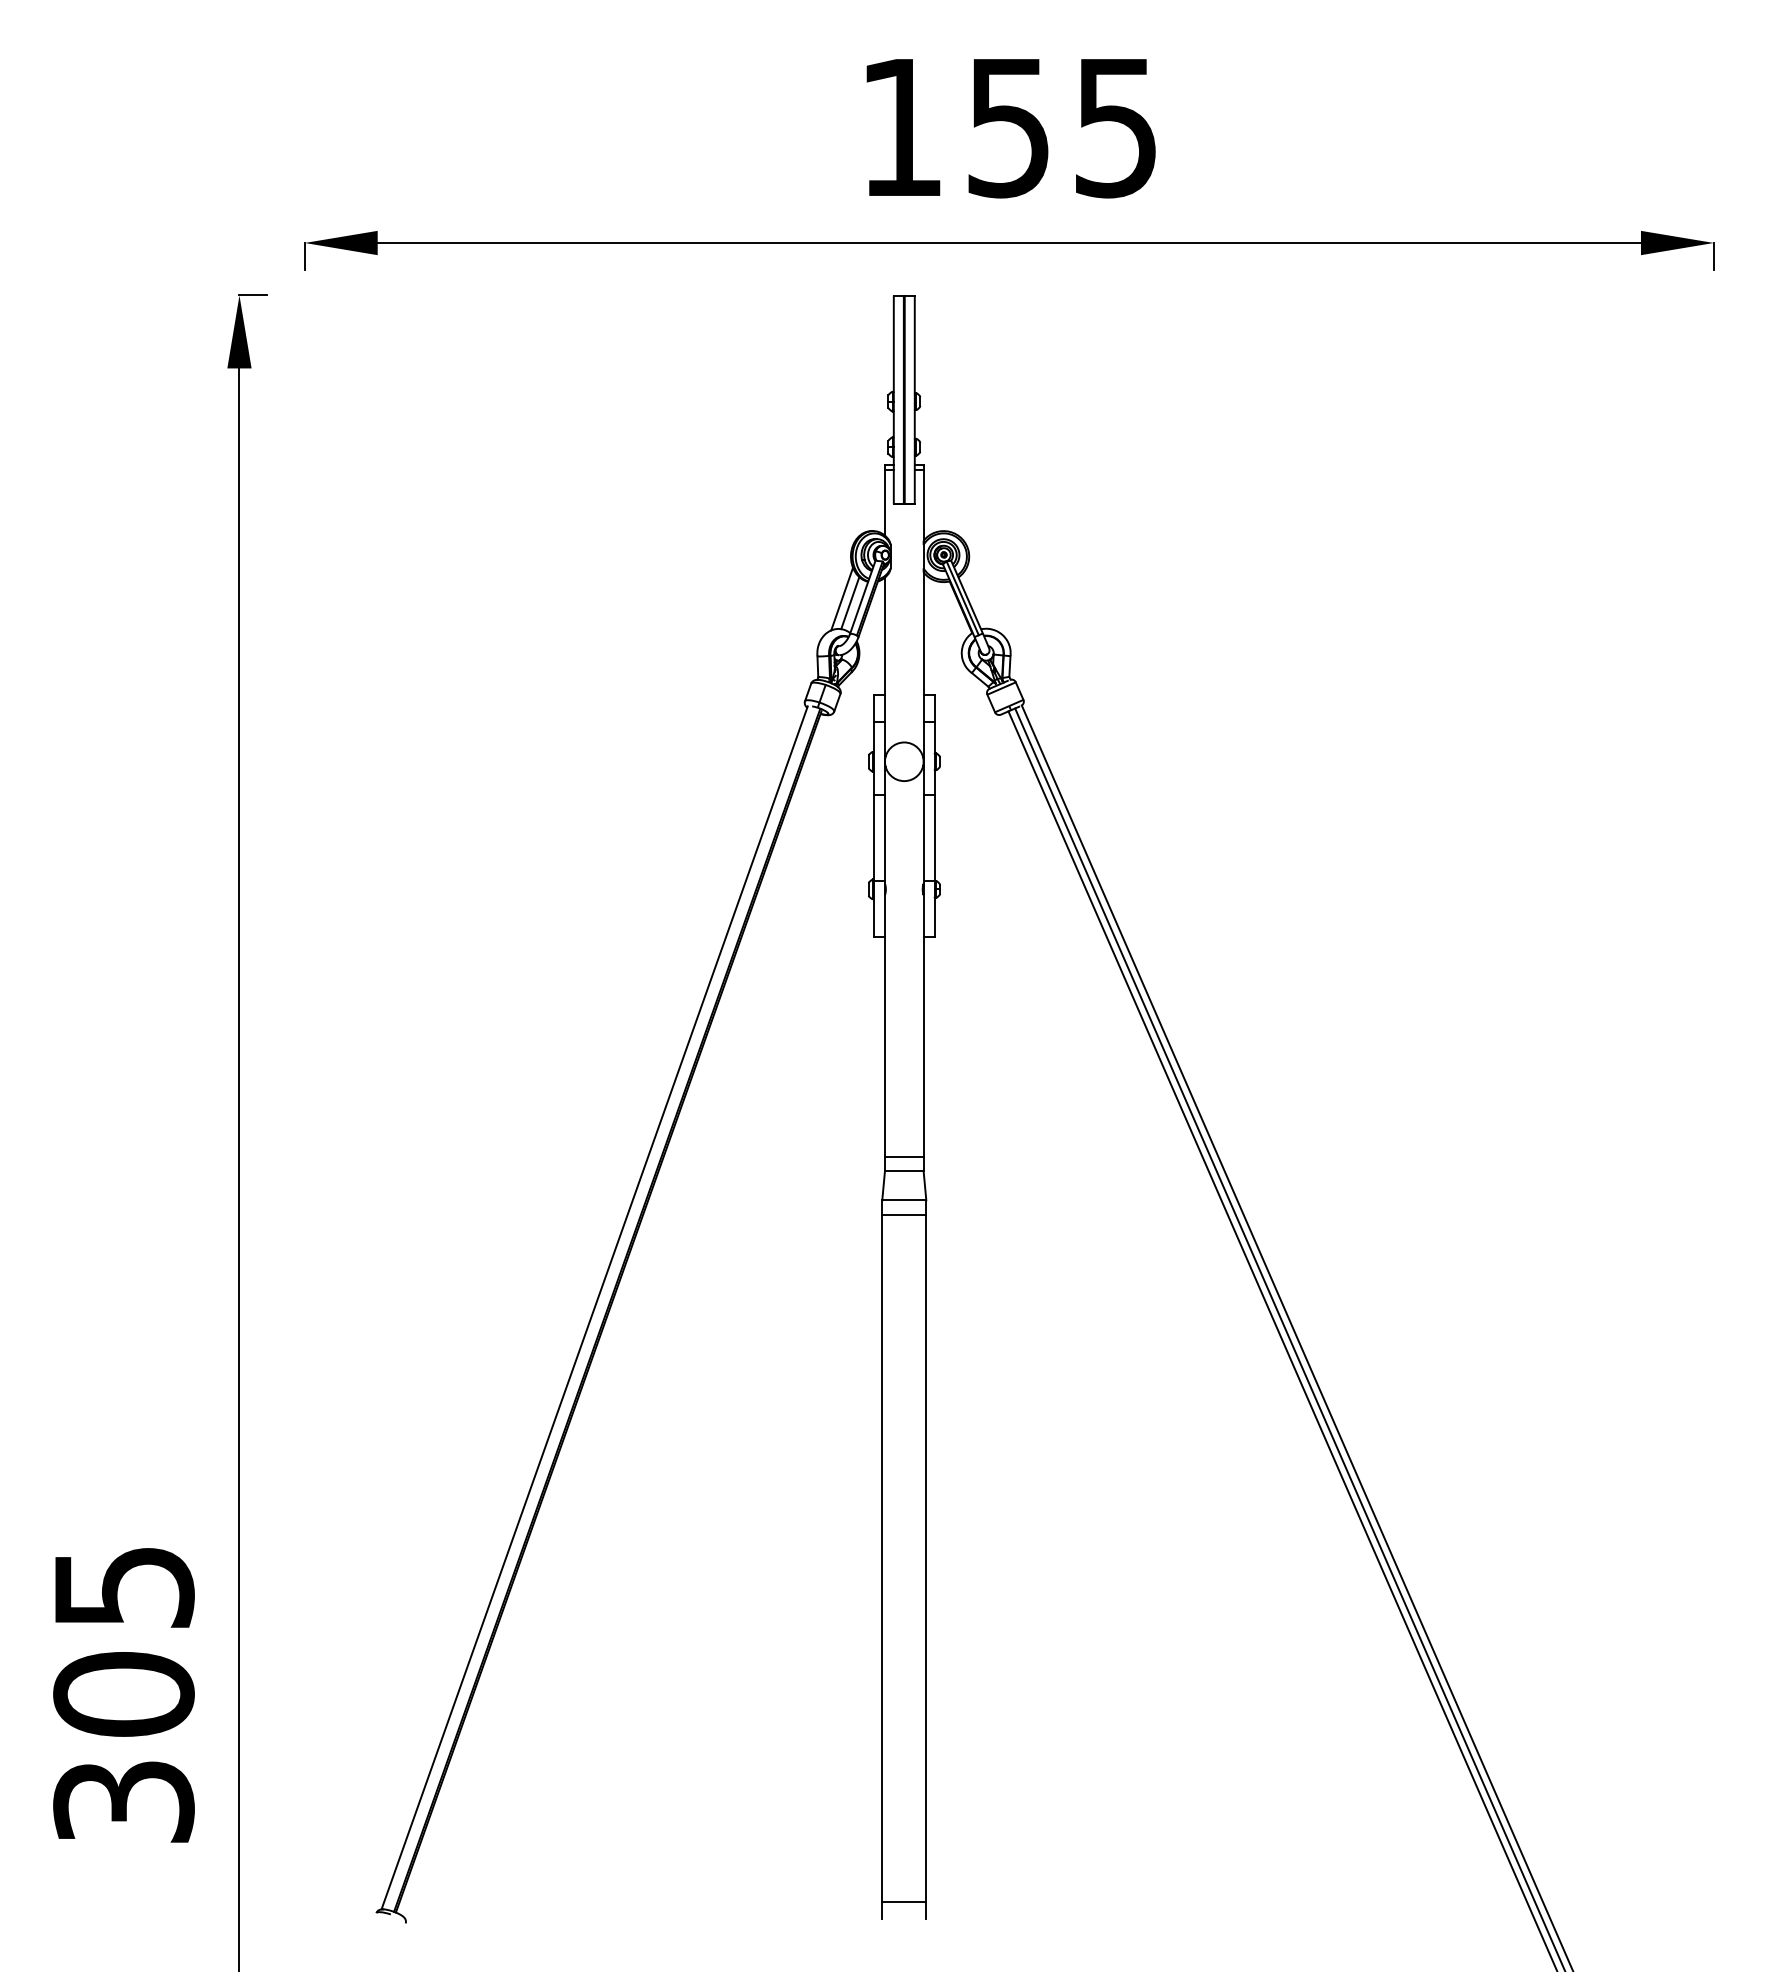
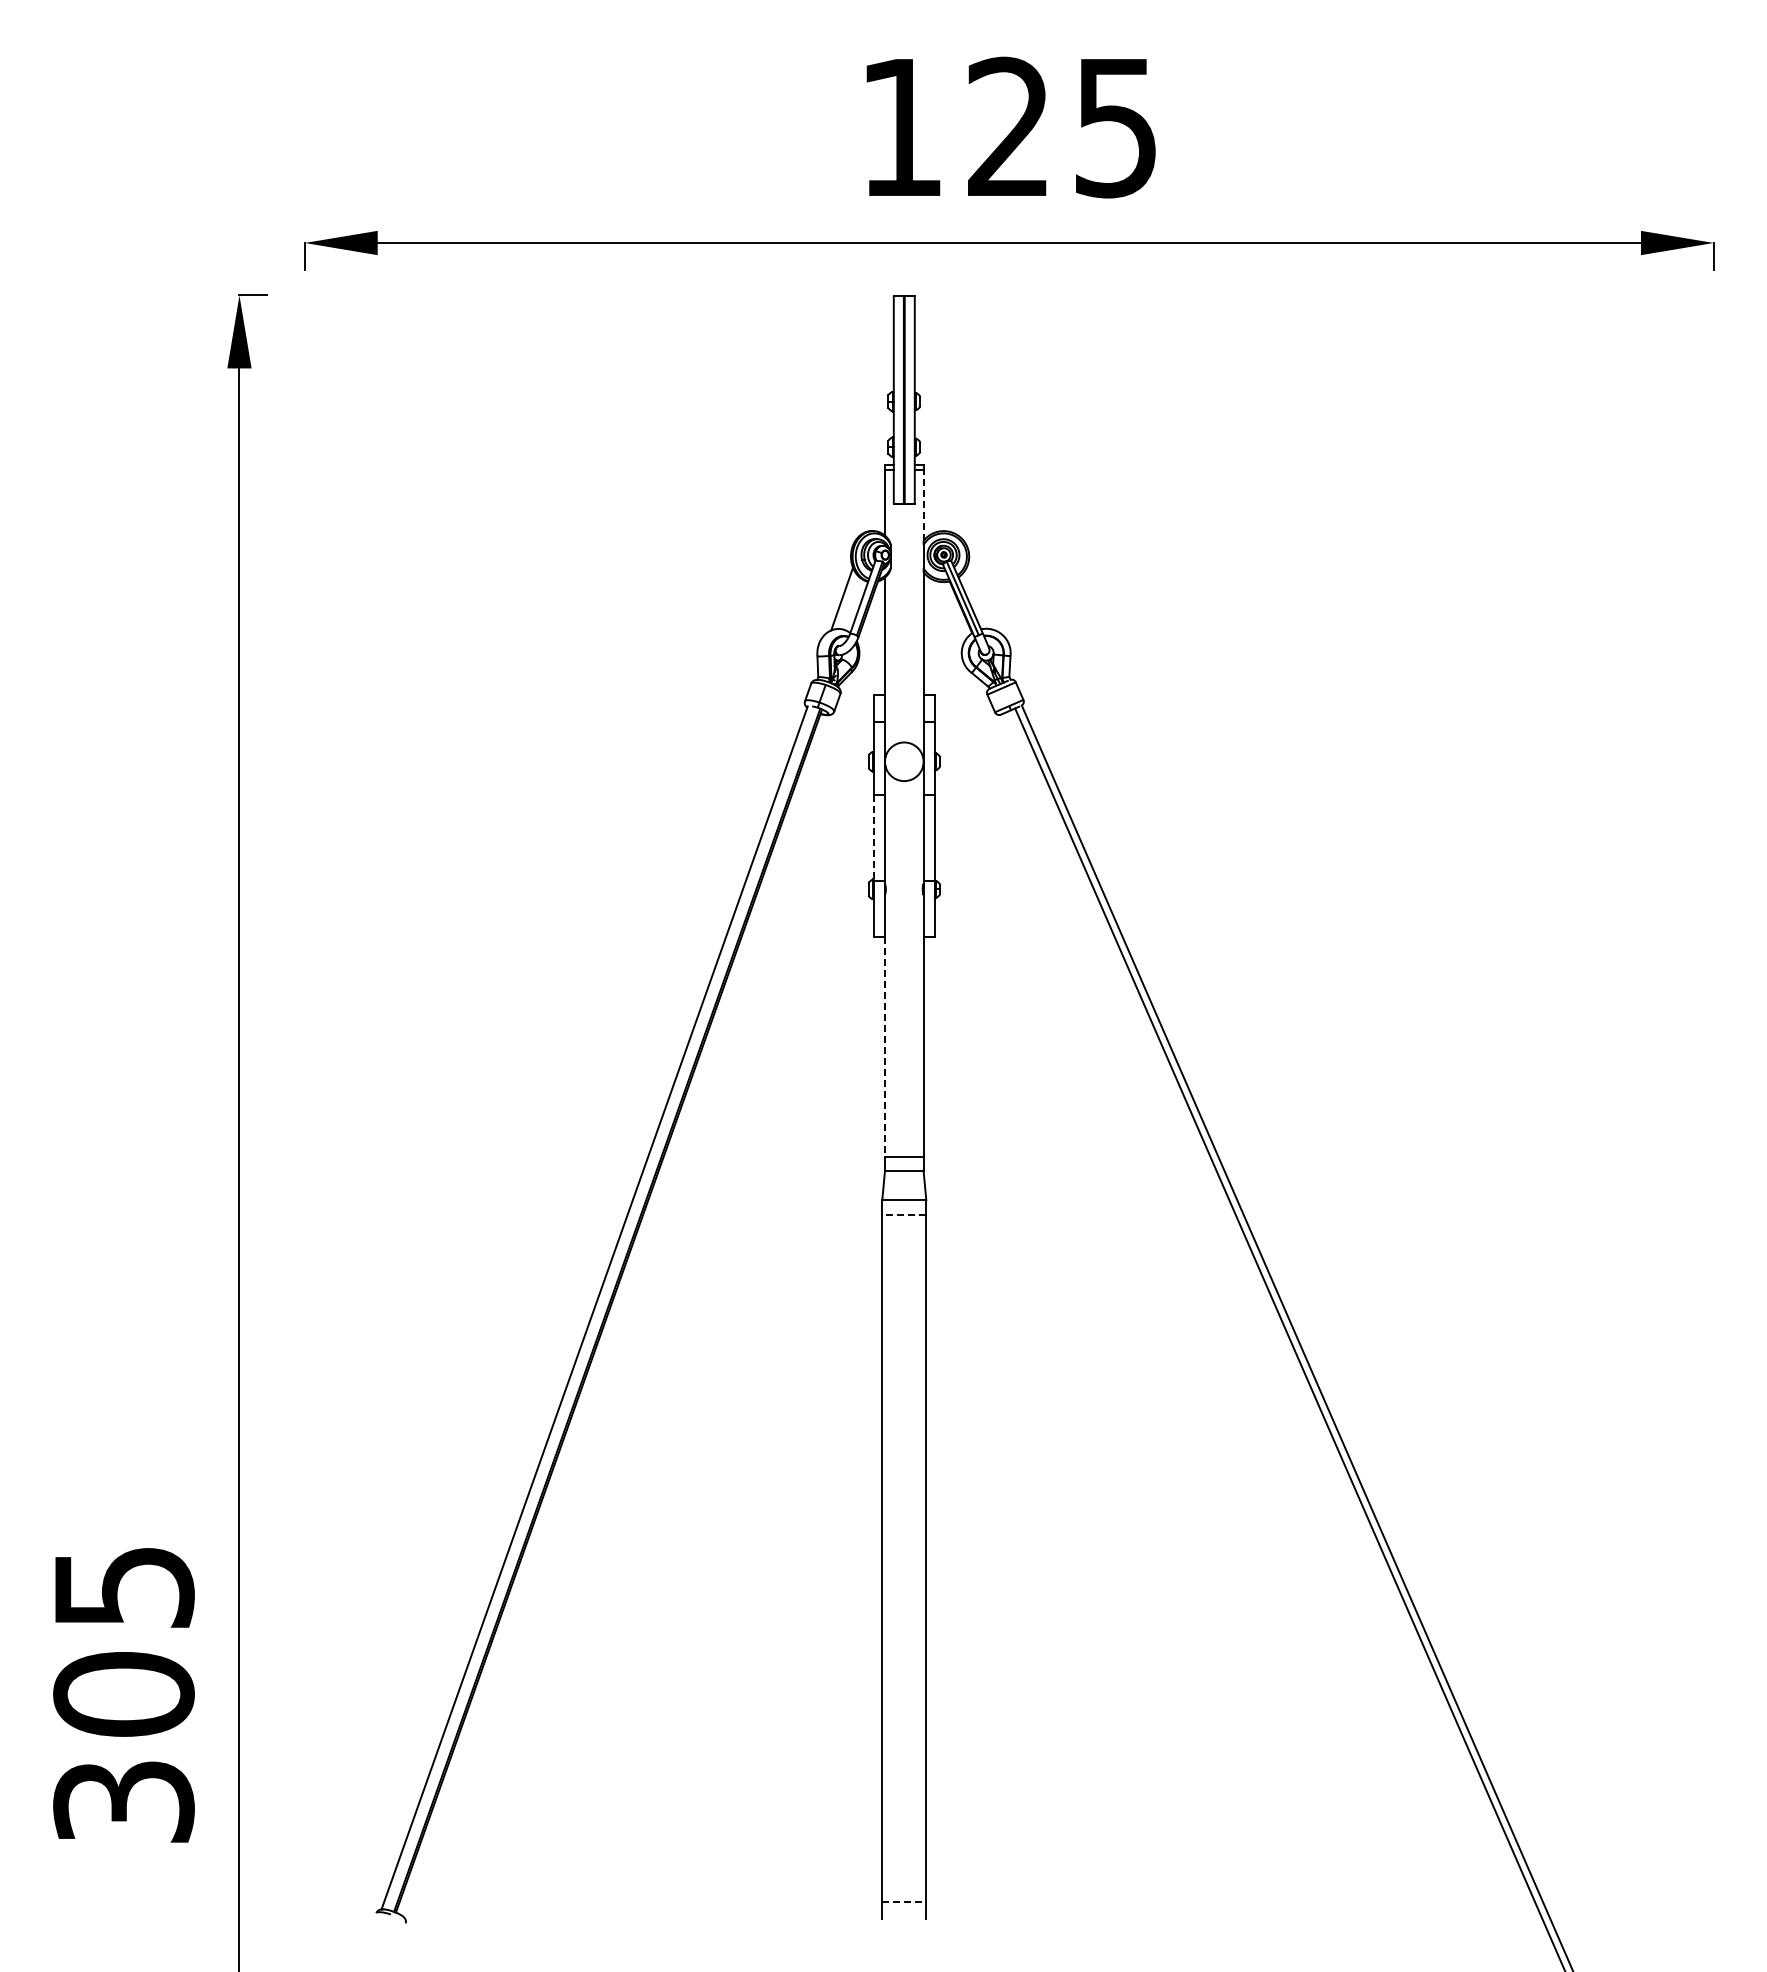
text at (1008, 127): 155 -> 125
line at (923, 504): solid -> dashed
line at (850, 603): present -> none
line at (874, 838): solid -> dashed
line at (884, 1046): solid -> dashed
line at (903, 1214): solid -> dashed
line at (1282, 1339): present -> none
line at (904, 1901): solid -> dashed
